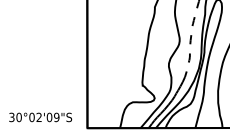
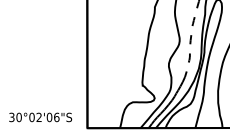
text at (56, 117): 30°02'09"S -> 30°02'06"S
